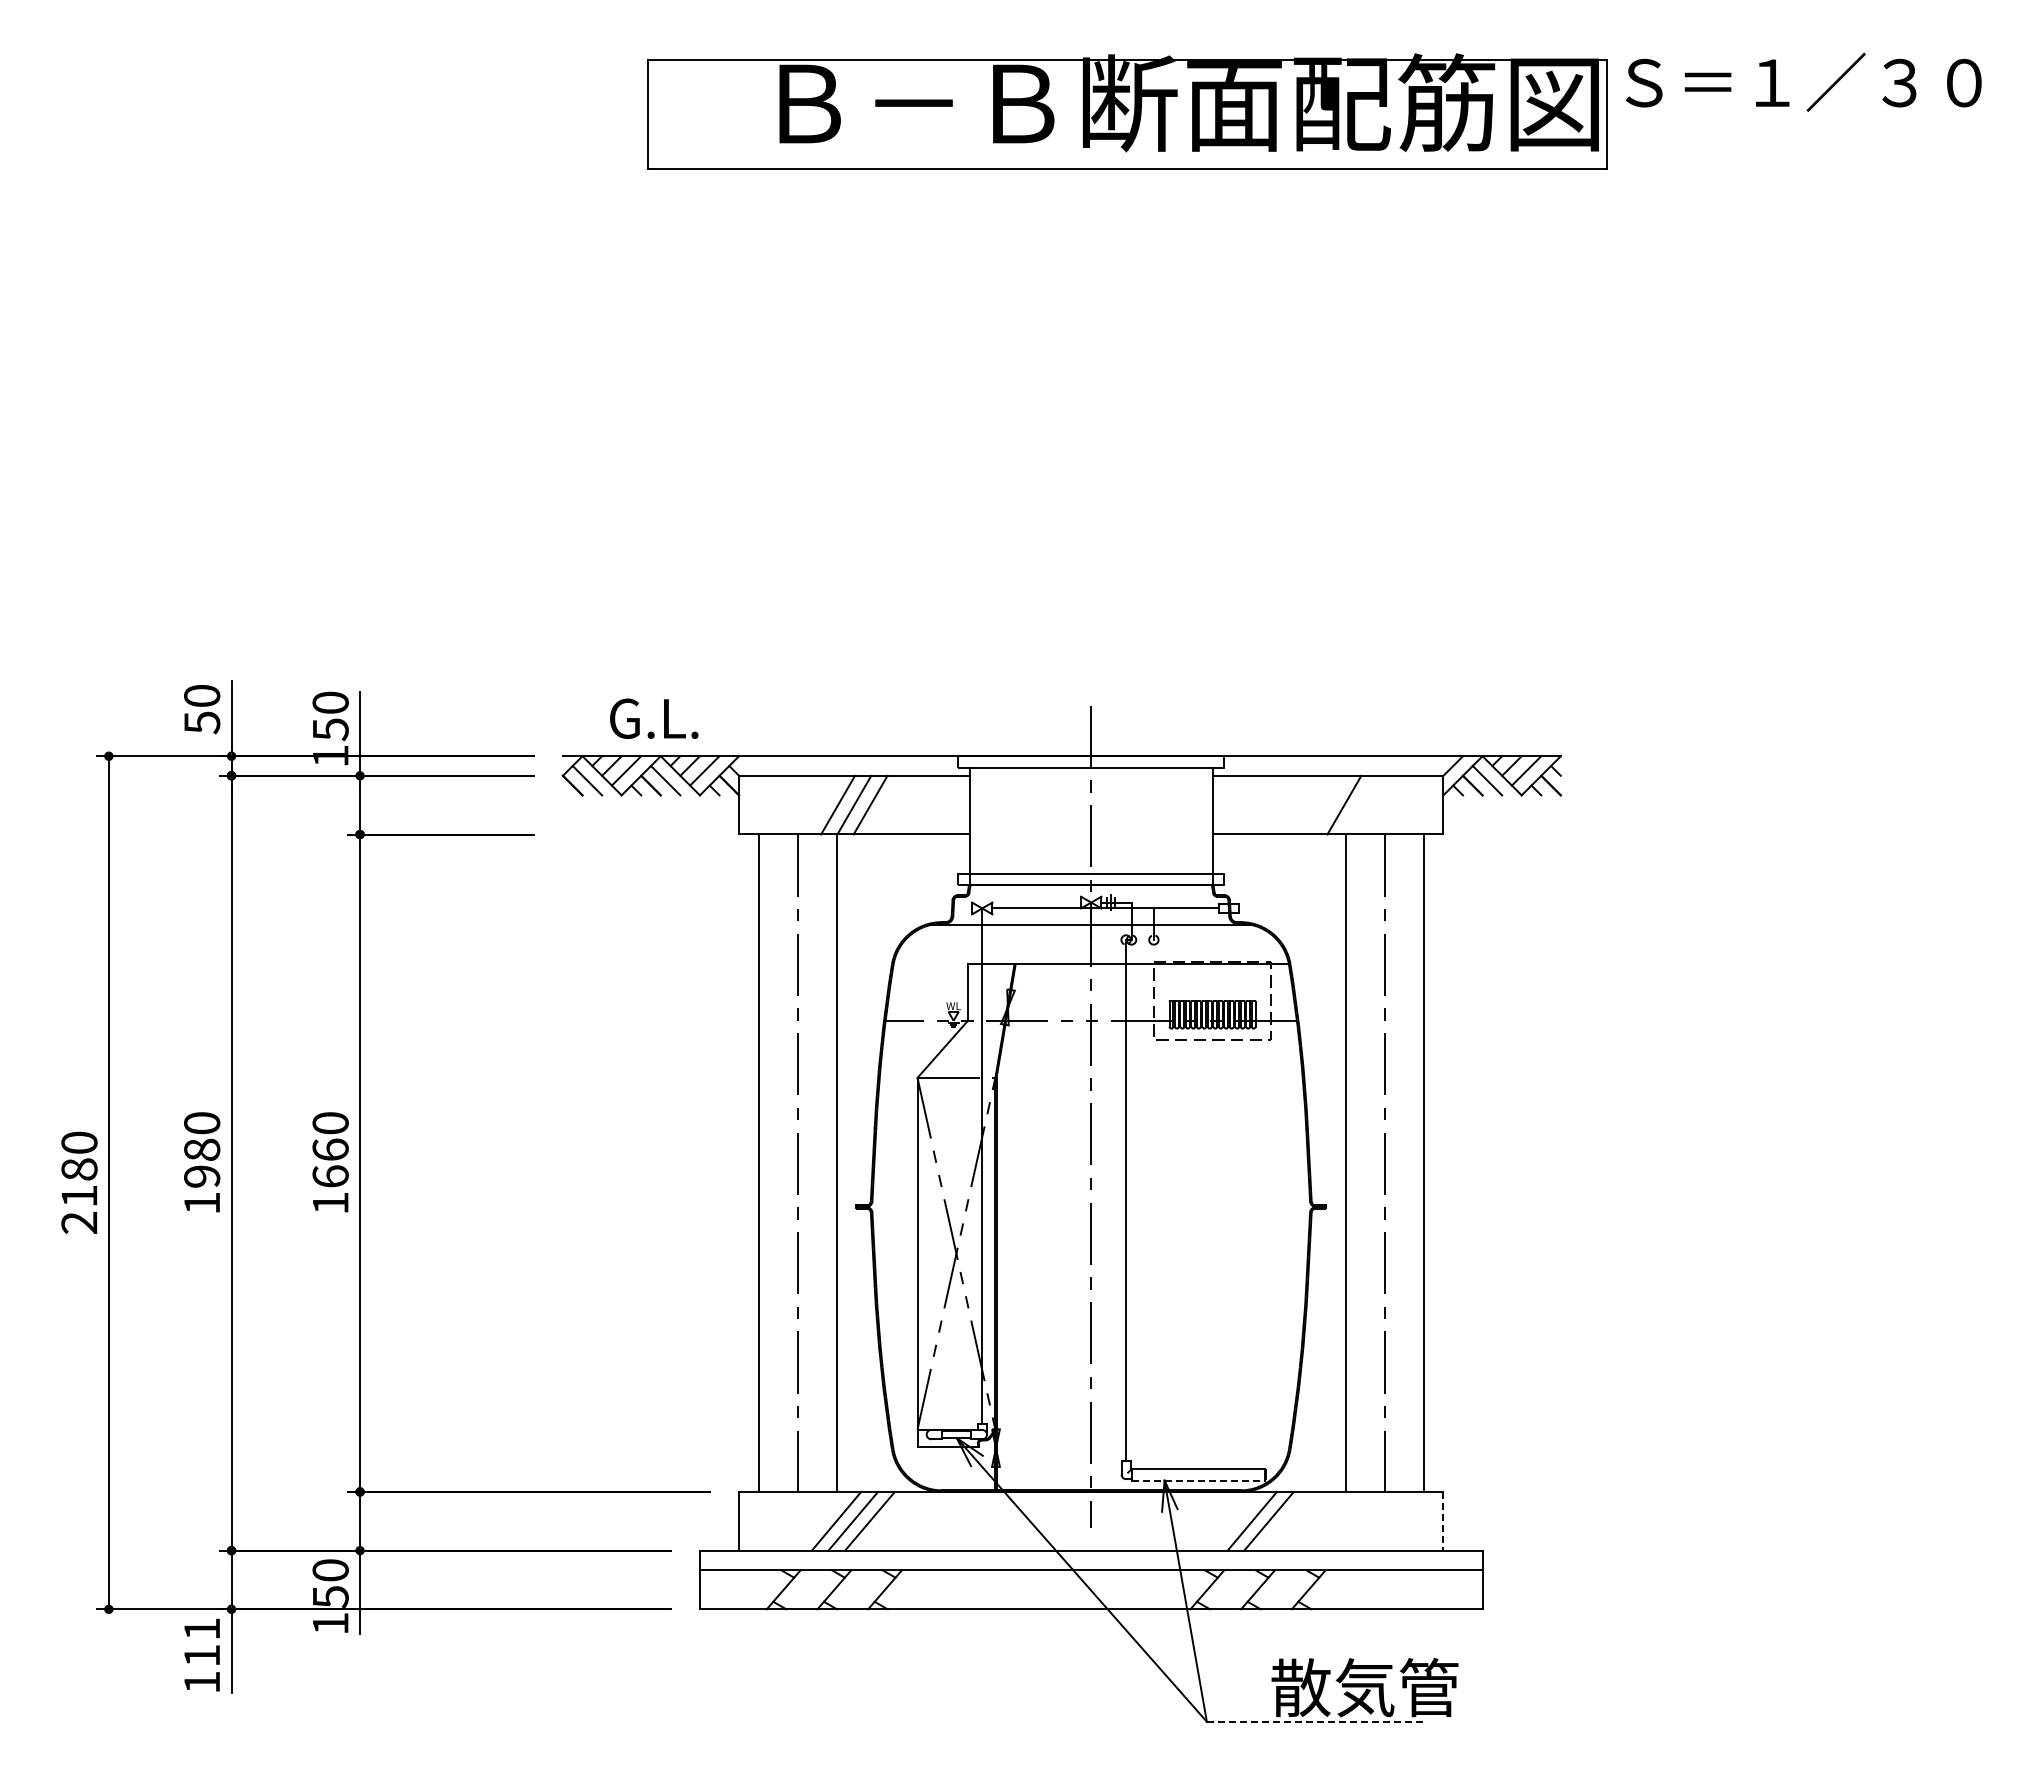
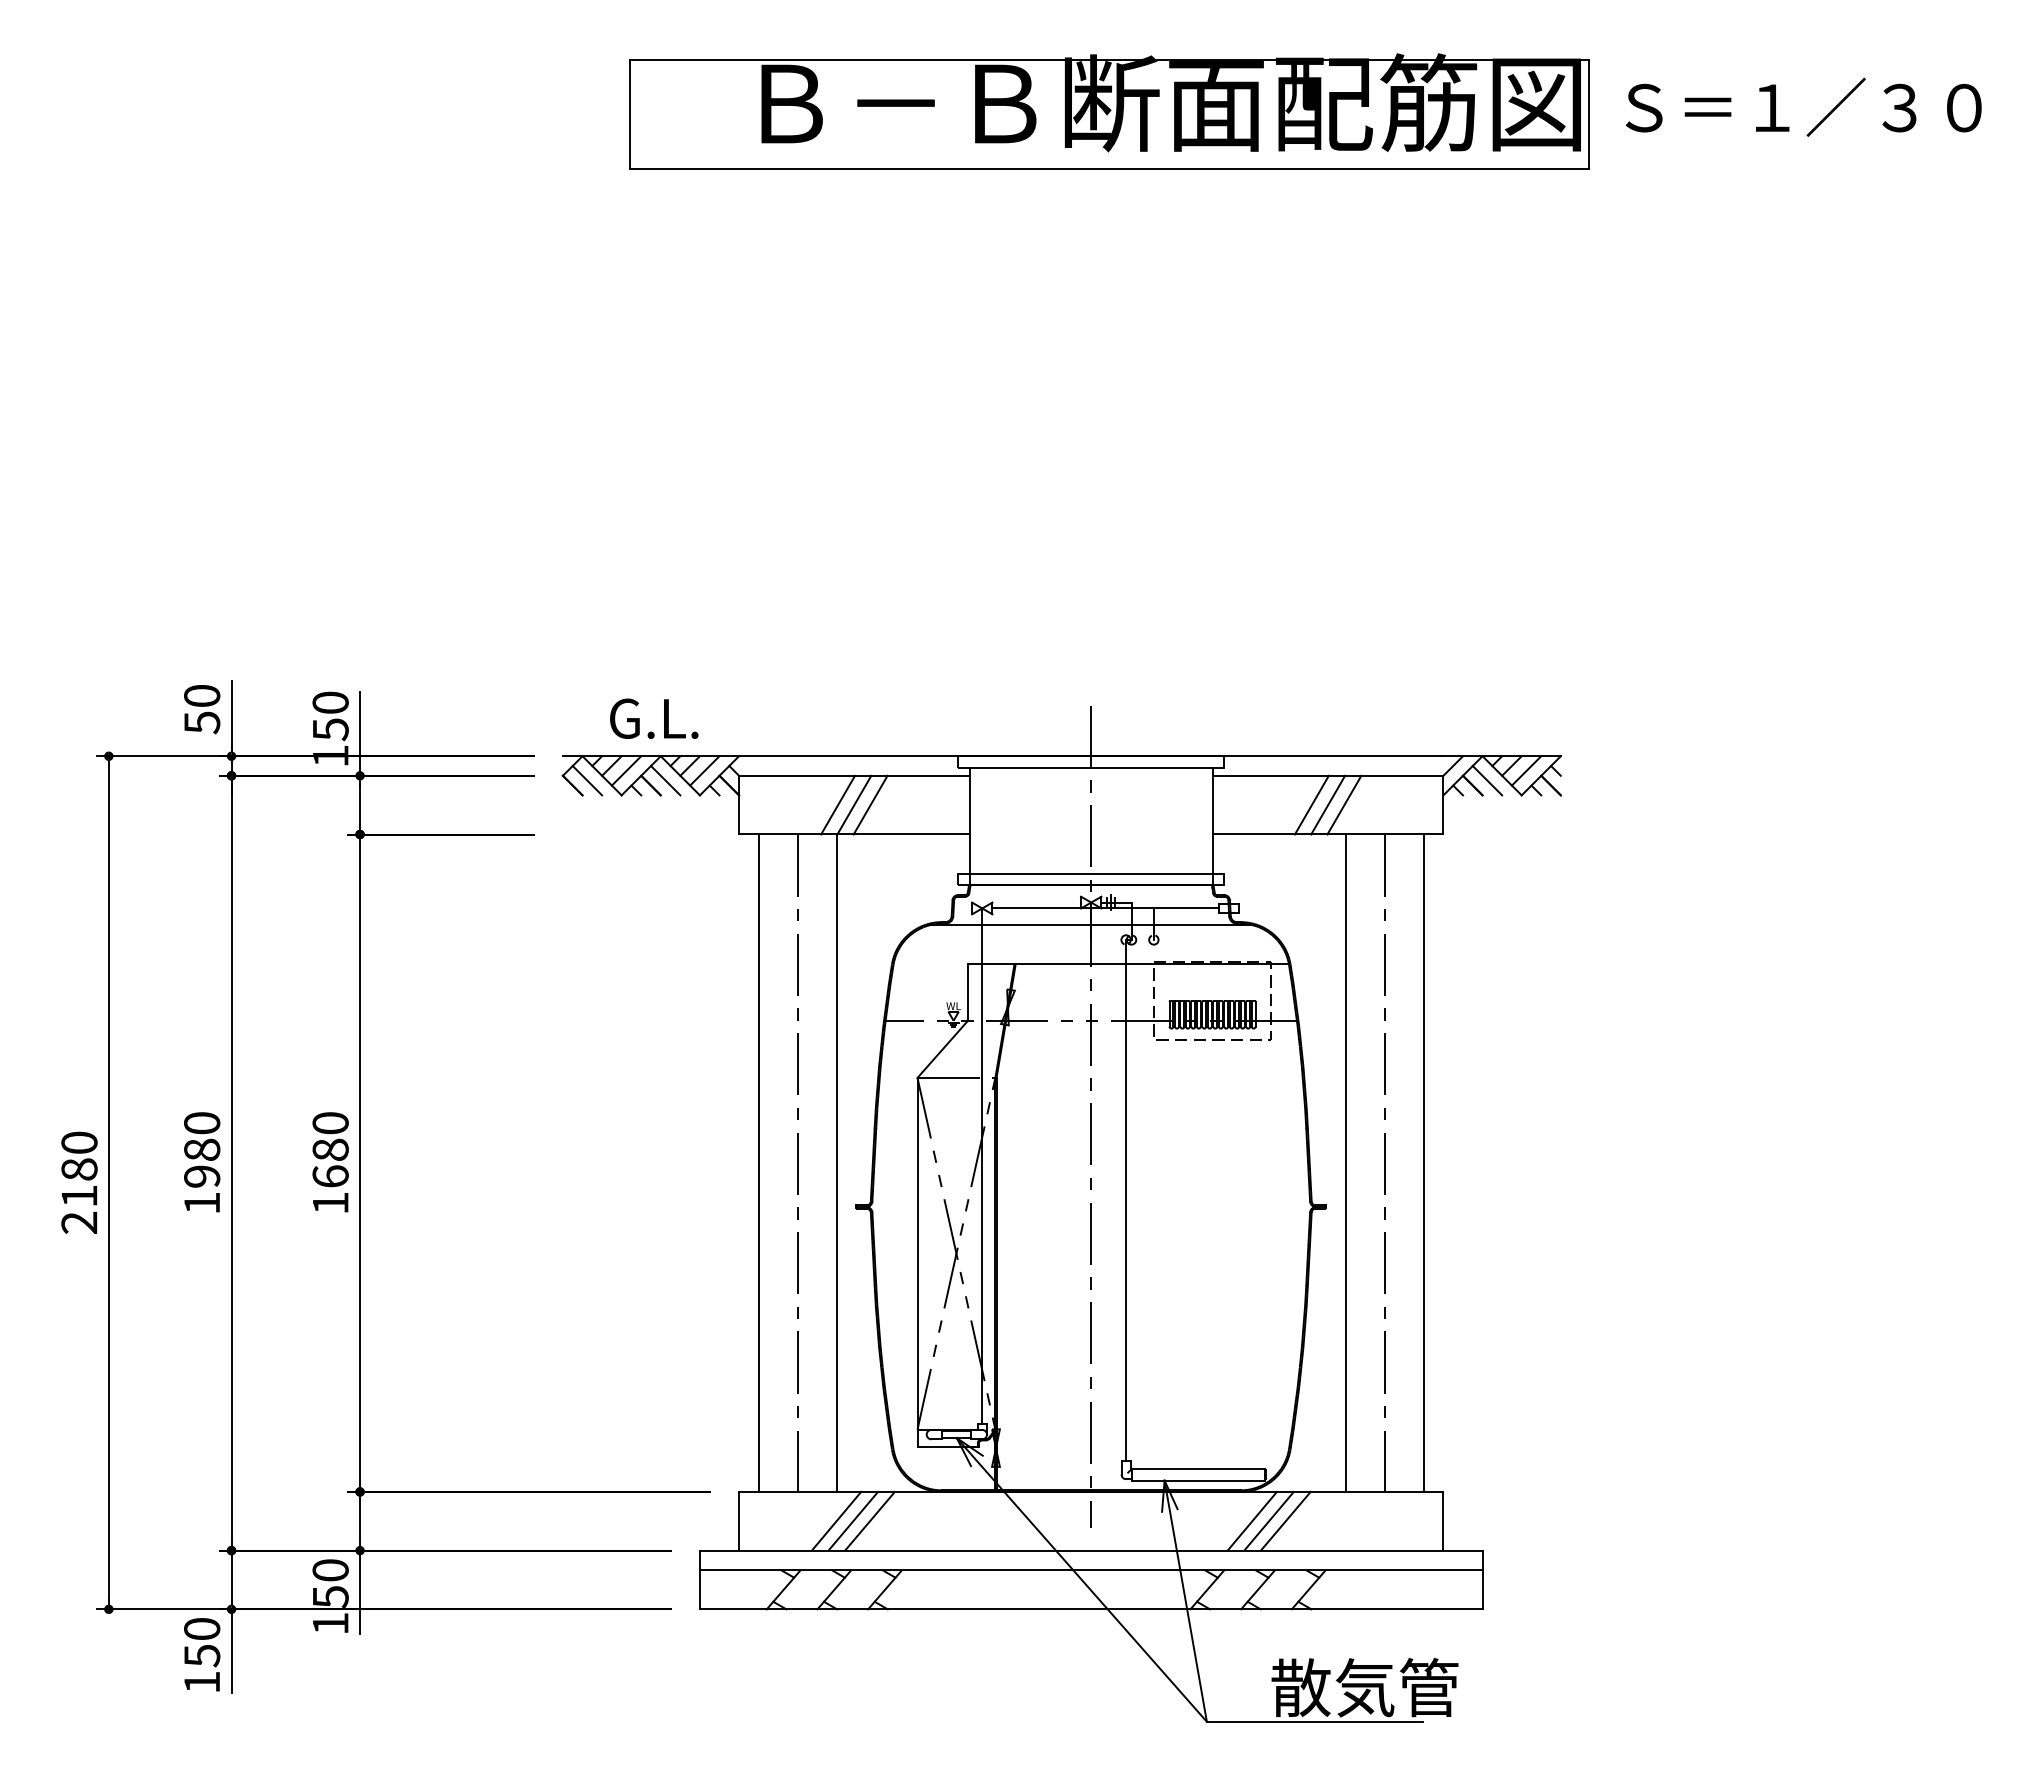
text at (1803, 81) position: (1803, 81) -> (1803, 106)
part at (1127, 111) position: (1127, 111) -> (1109, 111)
line at (1311, 804): none -> present
line at (1328, 804): none -> present
text at (330, 1149): 1660 -> 1680
line at (1198, 1480): dashed -> solid
line at (1285, 1520): none -> present
line at (1443, 1521): dashed -> solid
text at (202, 1642): 111 -> 150
line at (1315, 1721): dashed -> solid
